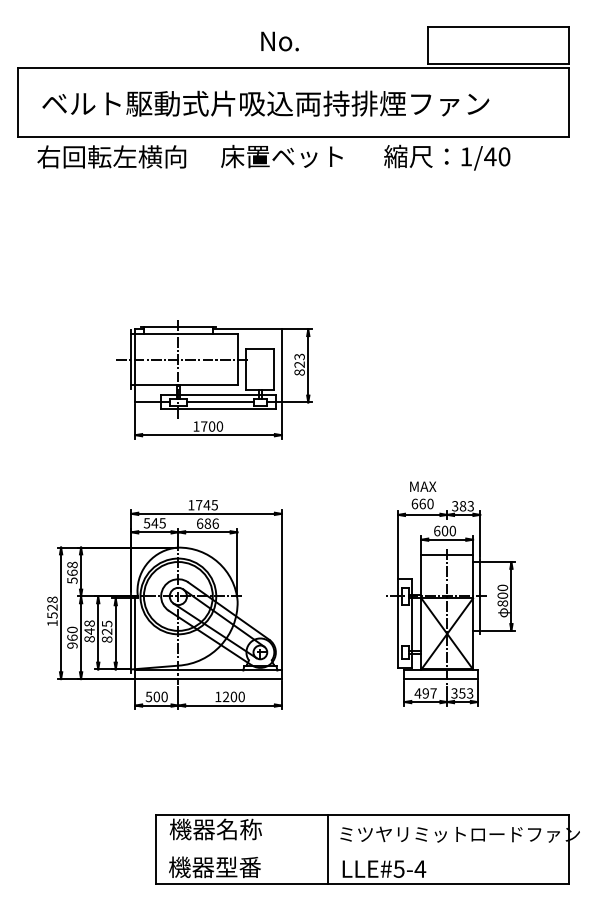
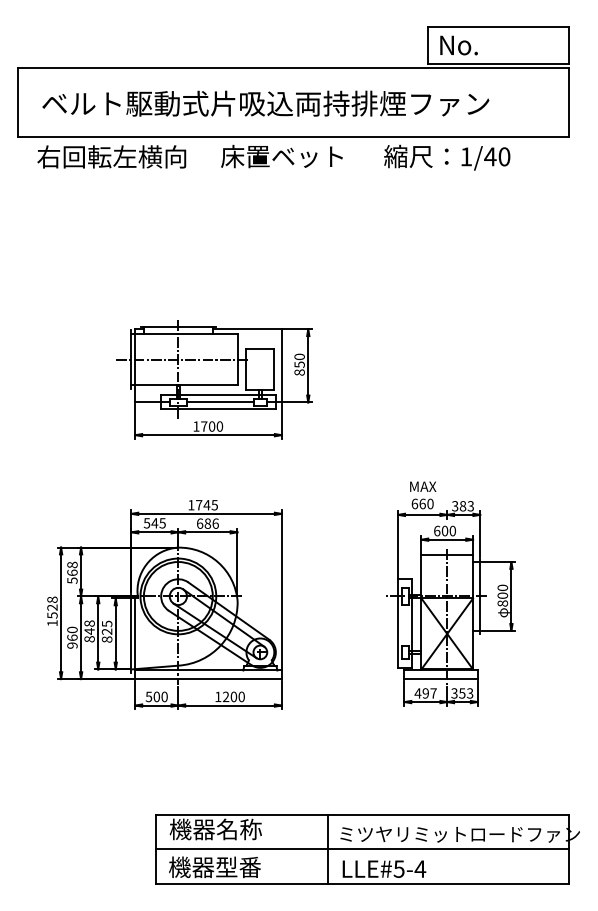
text at (279, 41) position: (279, 41) -> (458, 45)
text at (299, 360): 823 -> 850
line at (361, 849): none -> present
